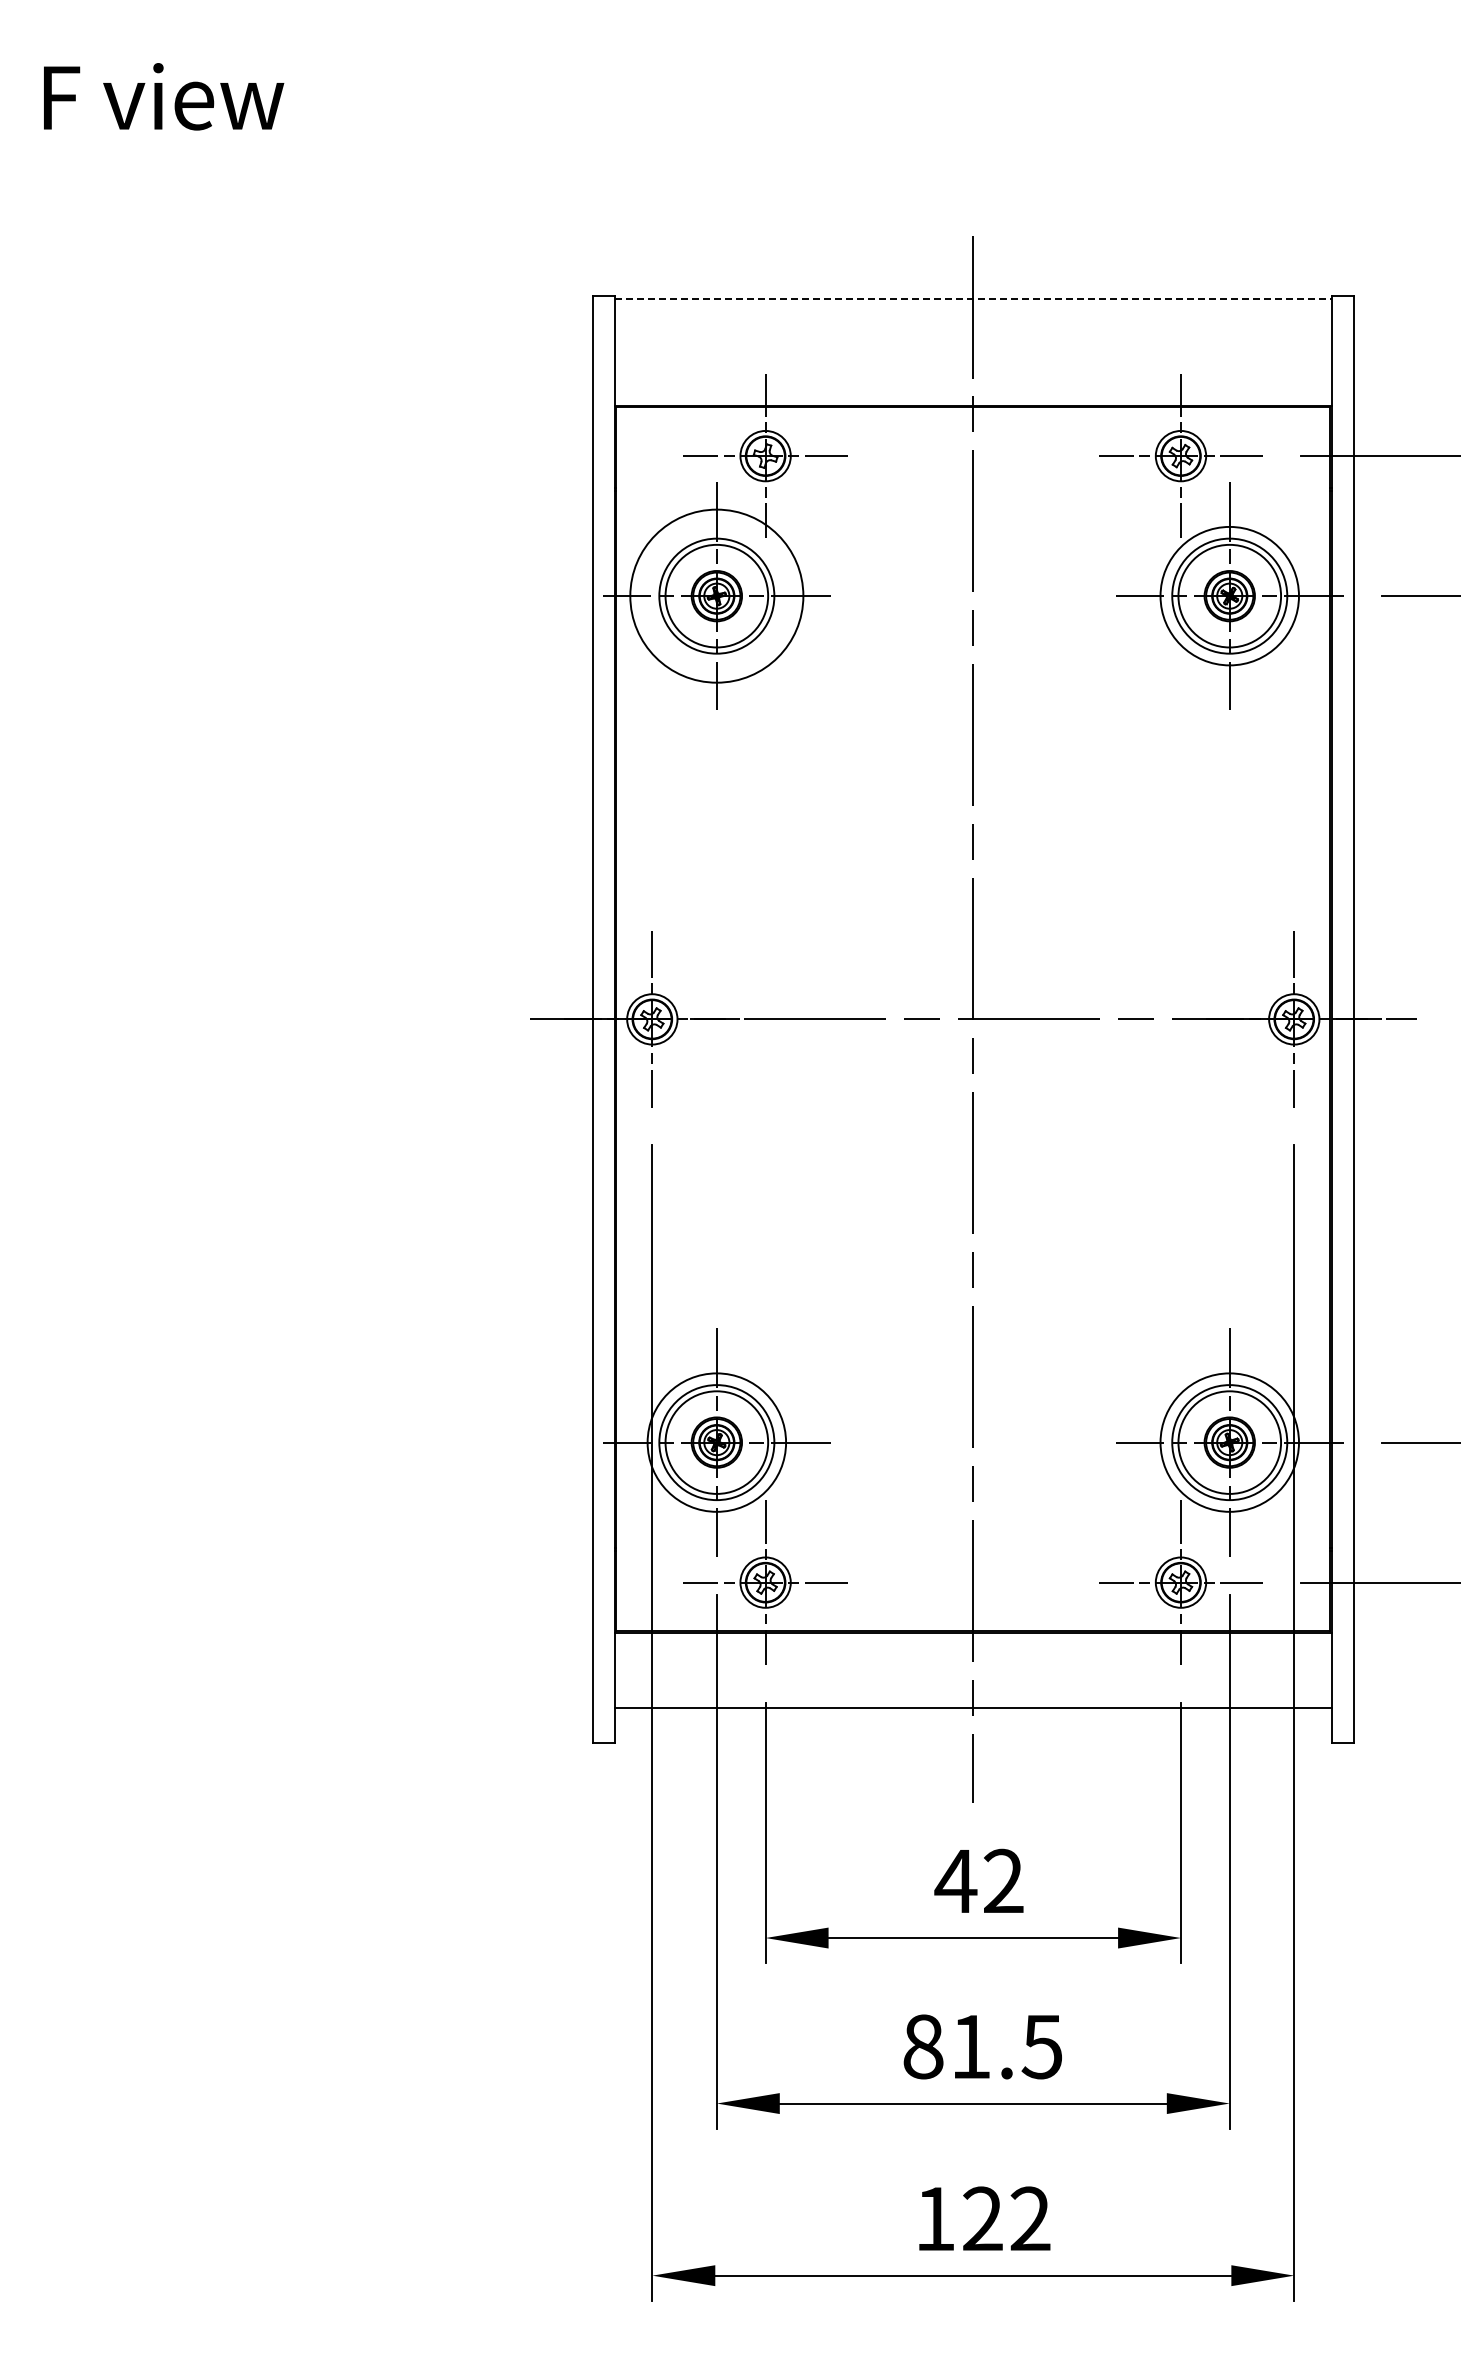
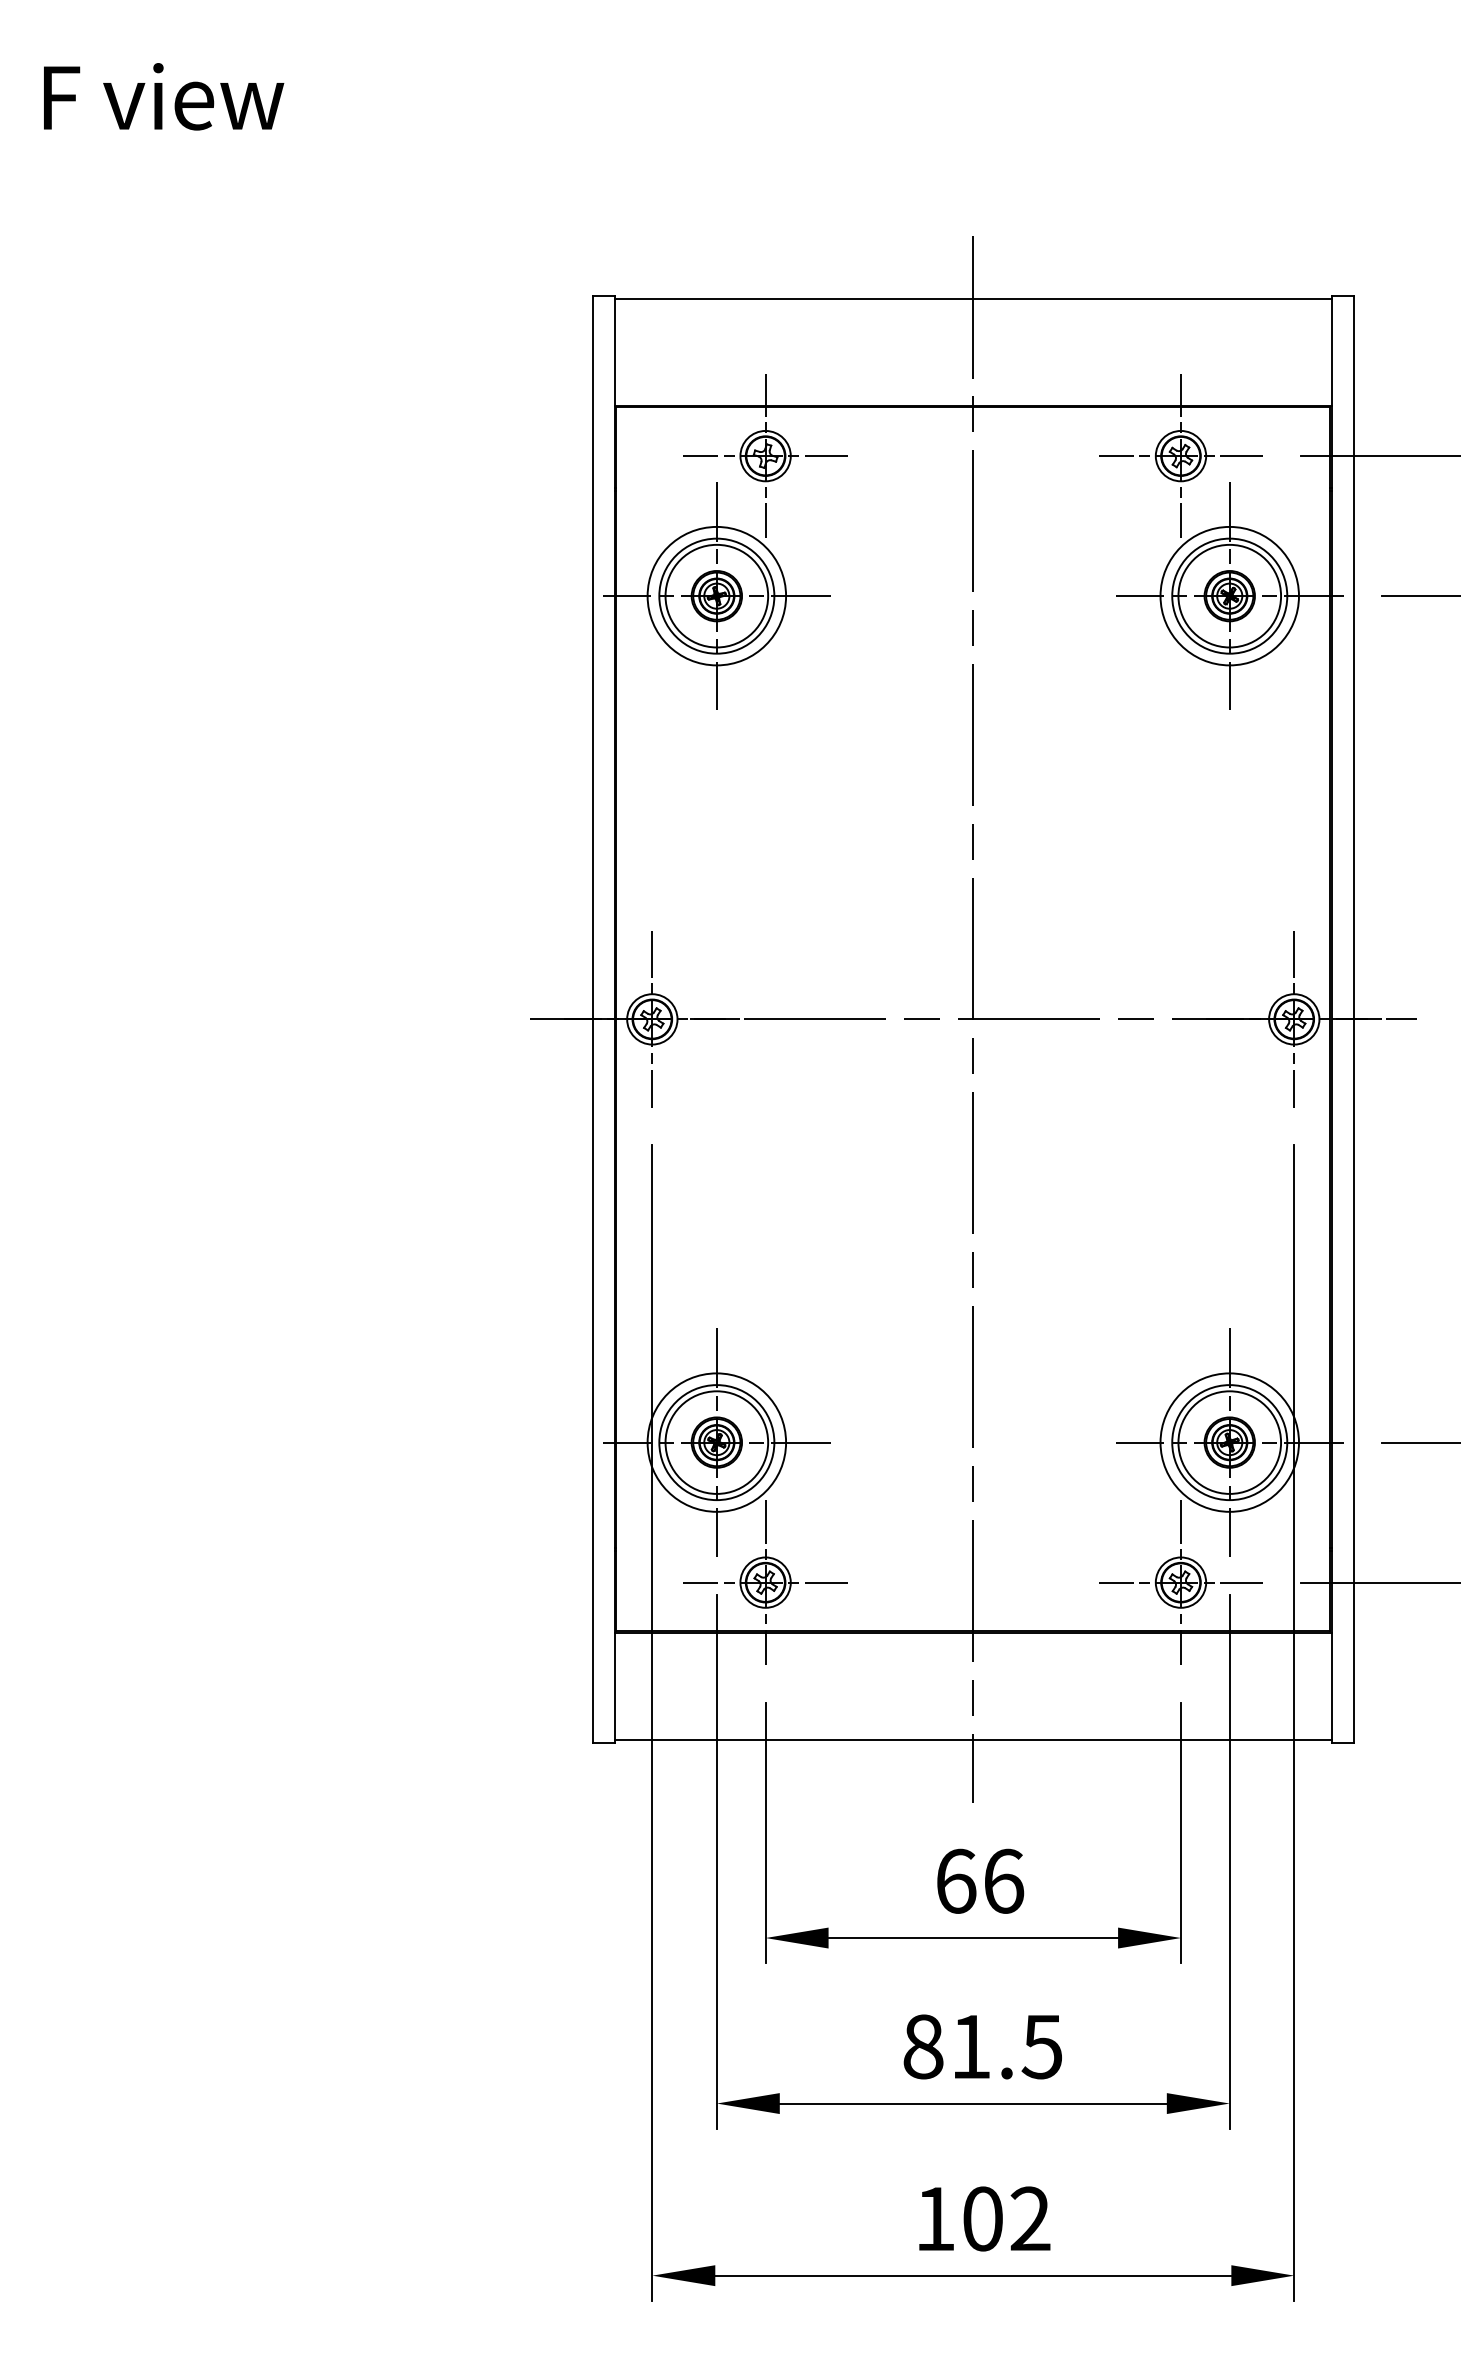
line at (973, 298): dashed -> solid
circle at (716, 595) diameter: 173 px -> 138 px
line at (973, 1707) position: (973, 1707) -> (973, 1739)
text at (979, 1880): 42 -> 66
text at (982, 2218): 122 -> 102
